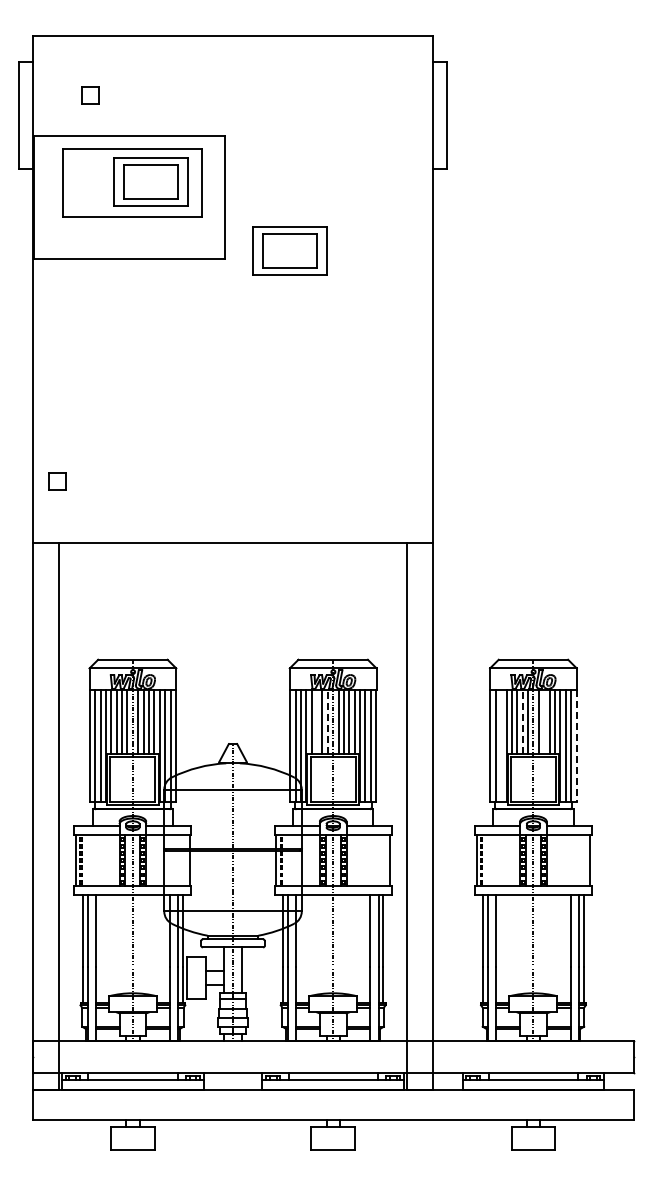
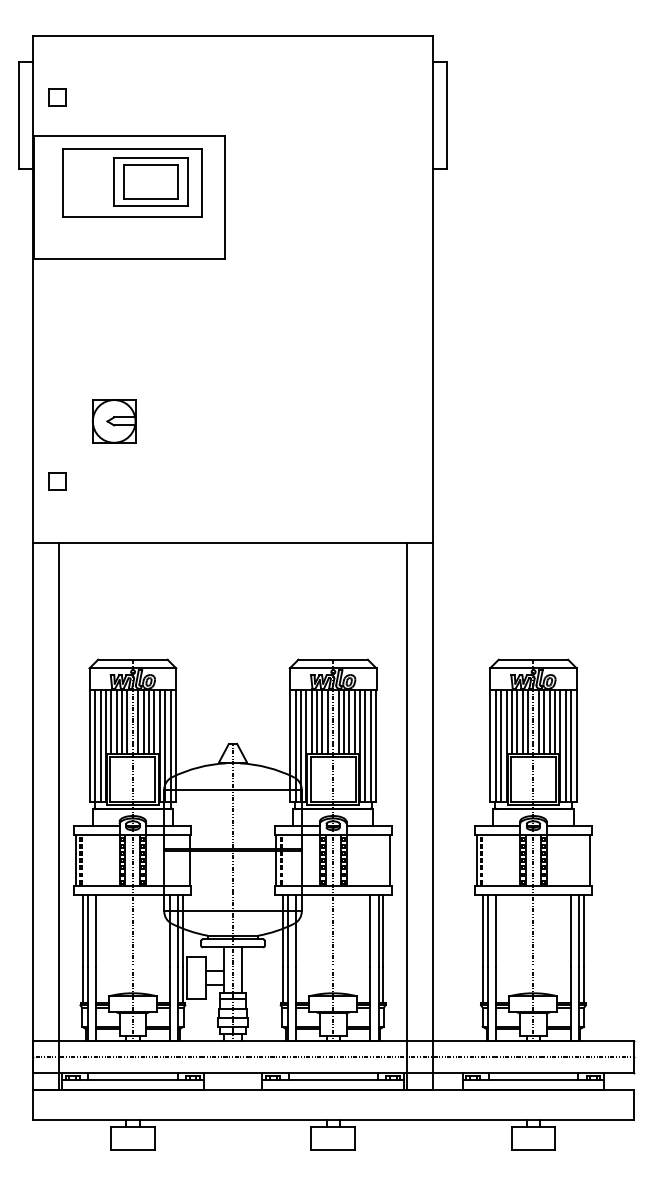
part at (90, 95) position: (90, 95) -> (57, 97)
part at (289, 250): present -> none
part at (114, 421): none -> present
line at (317, 721): none -> present
line at (327, 721): dashed -> solid
line at (522, 721): dashed -> solid
line at (544, 721): none -> present
line at (501, 745): none -> present
line at (576, 746): dashed -> solid
line at (332, 1056): none -> present
